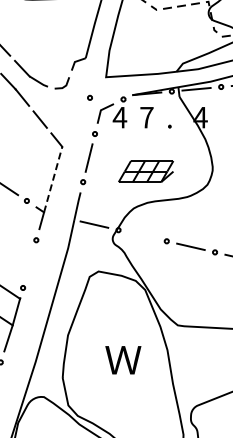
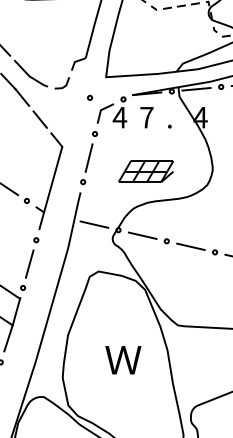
line at (53, 179): dashed -> solid
line at (142, 235): none -> present
line at (29, 263): none -> present
